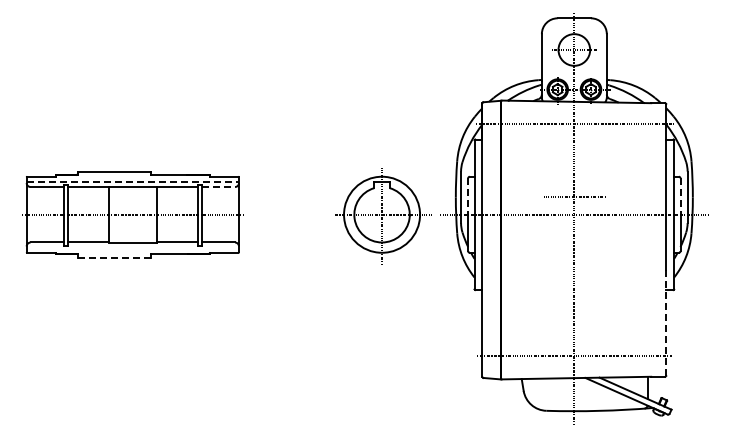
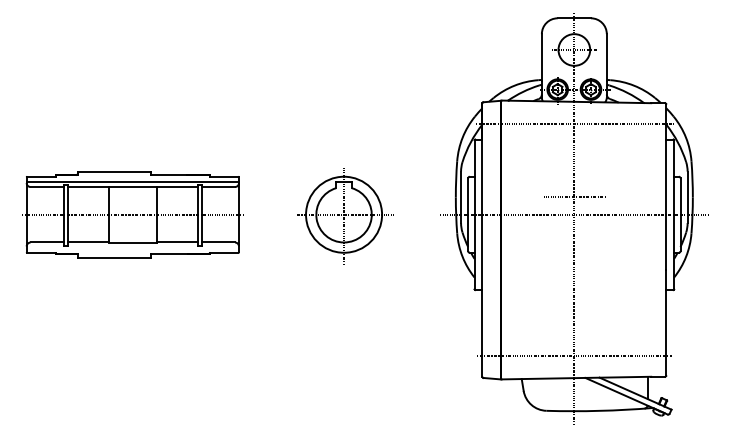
line at (133, 181): dashed -> solid
line at (219, 187): dashed -> solid
line at (468, 197): dashed -> solid
line at (680, 197): dashed -> solid
part at (383, 216) position: (383, 216) -> (345, 216)
line at (115, 257): dashed -> solid
line at (666, 323): dashed -> solid
